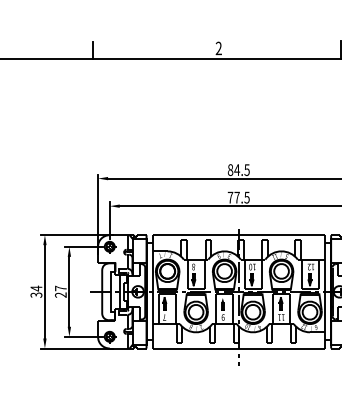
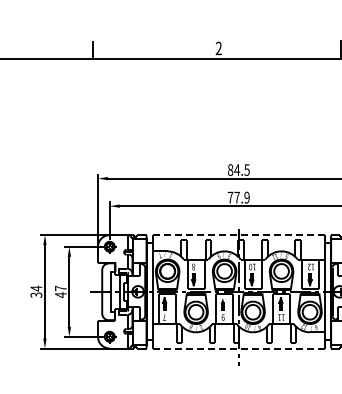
text at (246, 197): 77.5 -> 77.9
line at (238, 234): solid -> dashed
text at (60, 295): 27 -> 47
line at (238, 348): solid -> dashed
